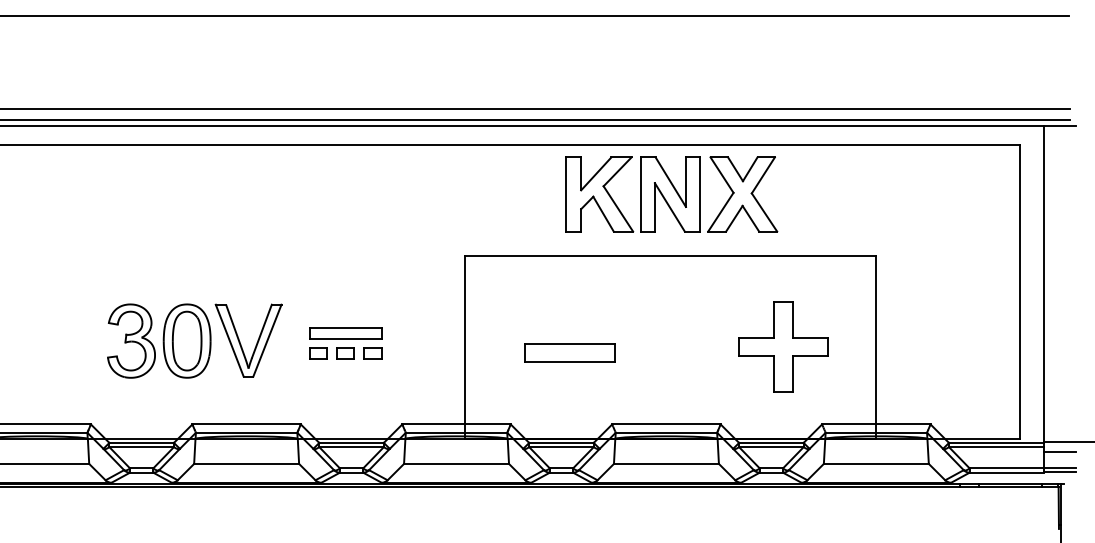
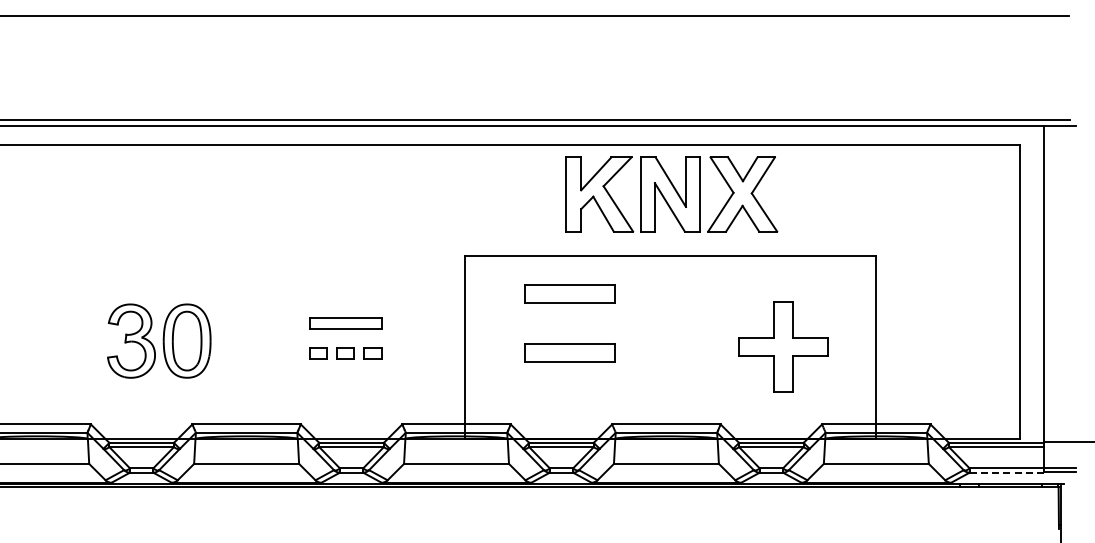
line at (535, 109): present -> none
part at (569, 293): none -> present
part at (345, 333) position: (345, 333) -> (345, 323)
part at (240, 341): present -> none
line at (1060, 452): present -> none
line at (1007, 472): solid -> dashed
